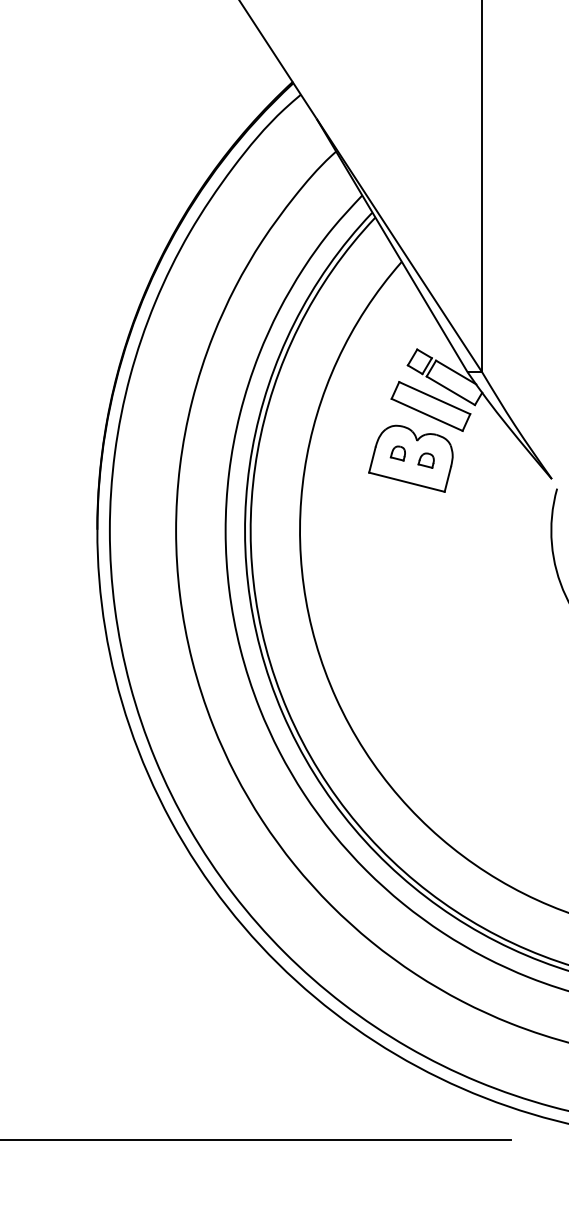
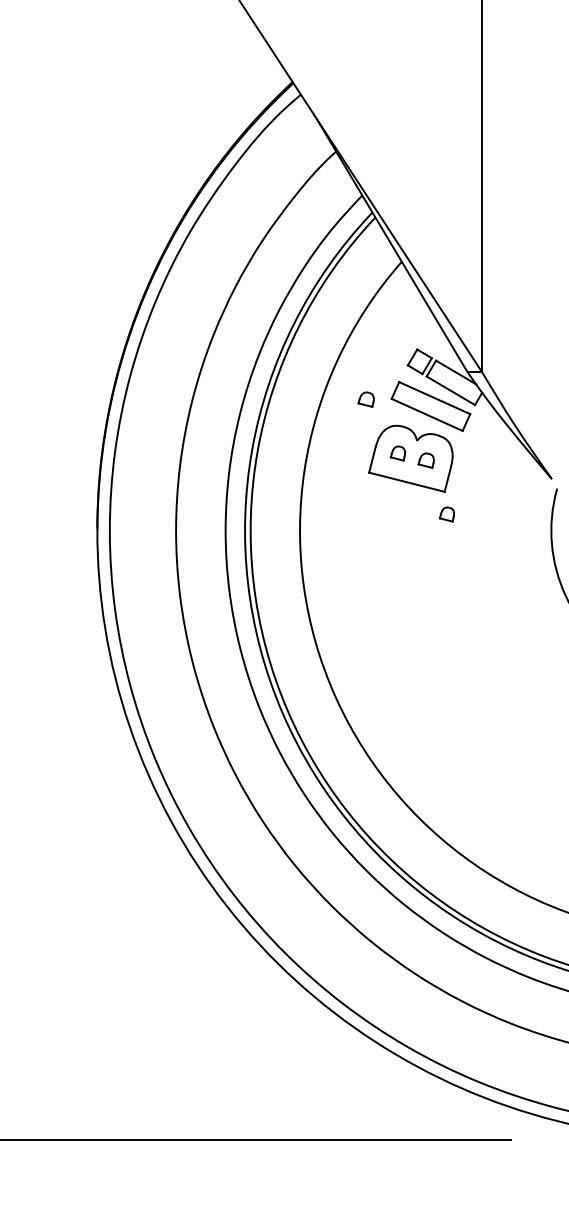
part at (365, 399): none -> present
part at (446, 514): none -> present
